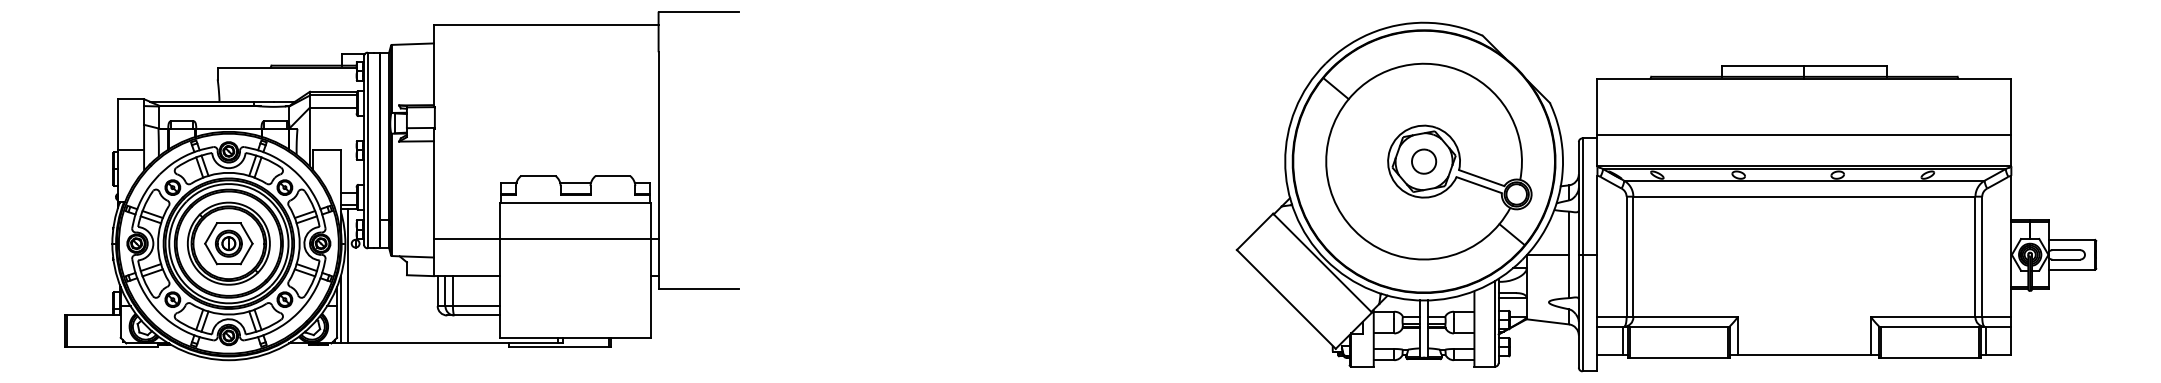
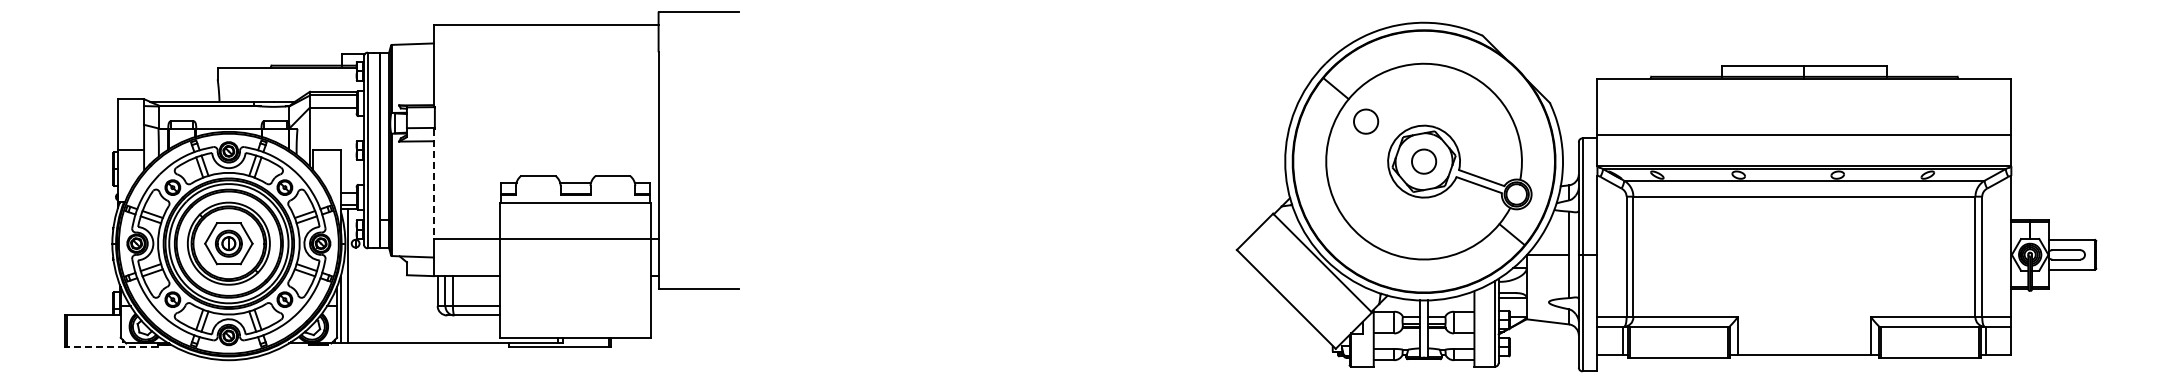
part at (1366, 121): none -> present
line at (433, 184): solid -> dashed
line at (112, 347): solid -> dashed
